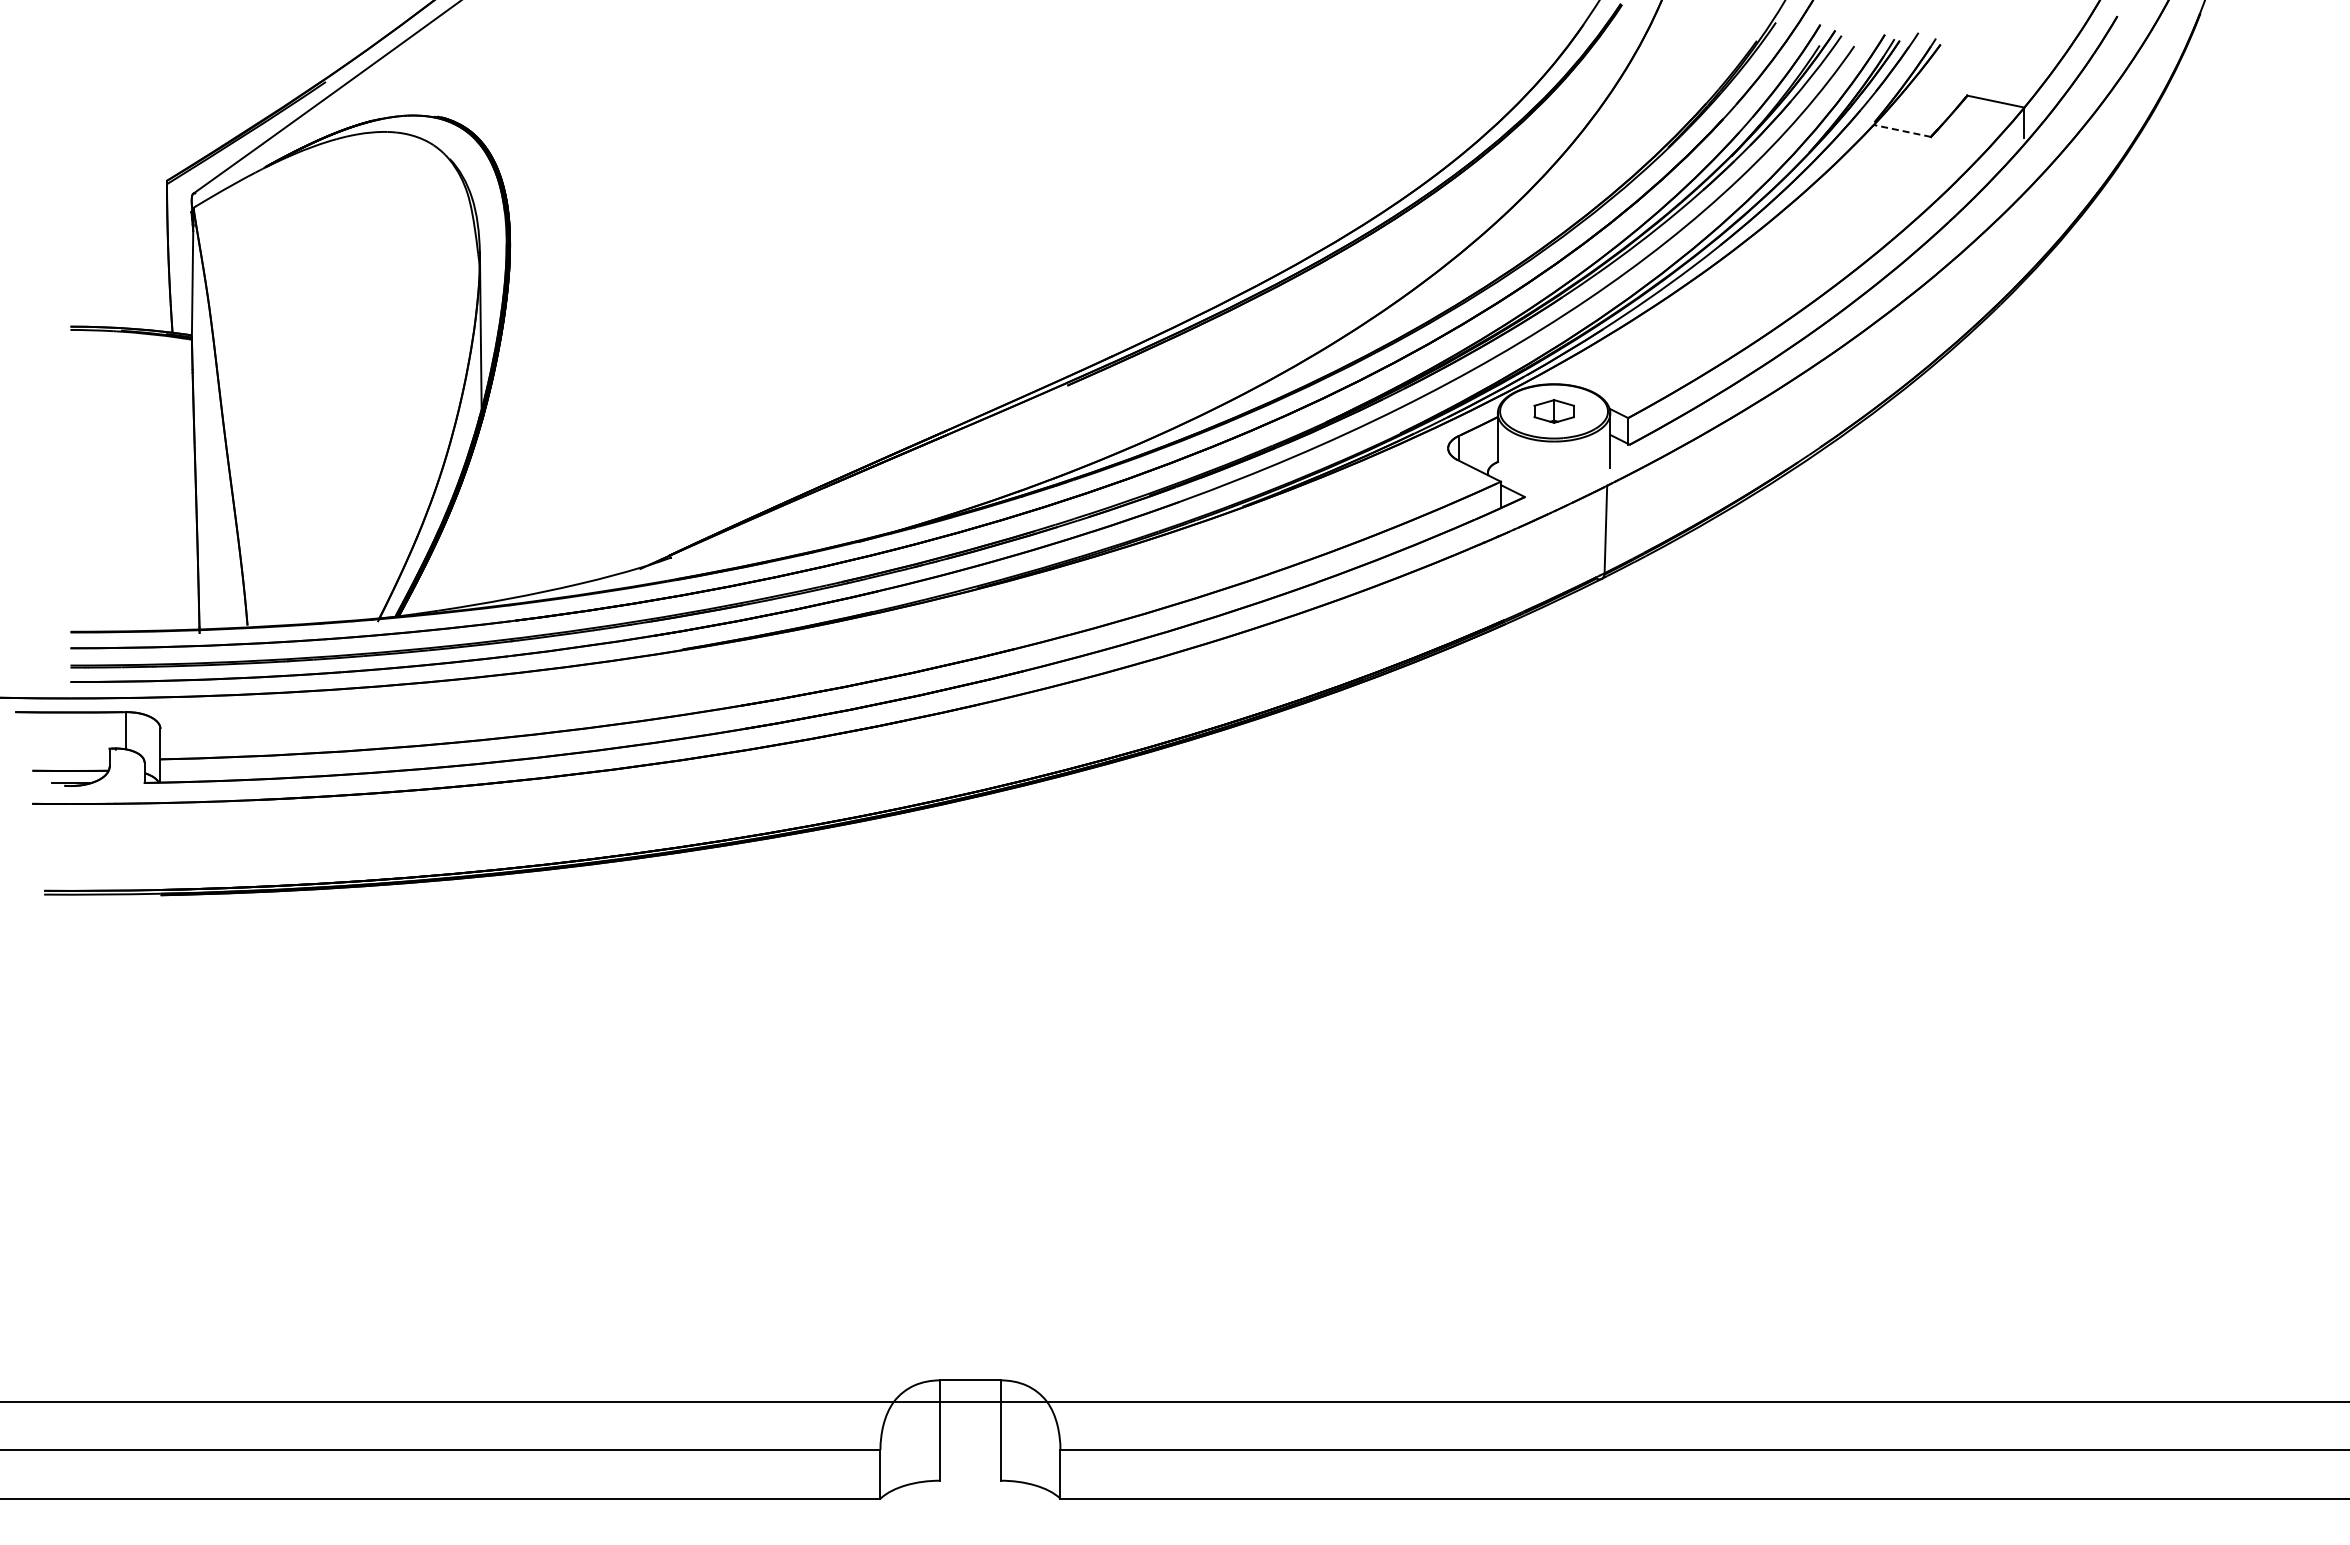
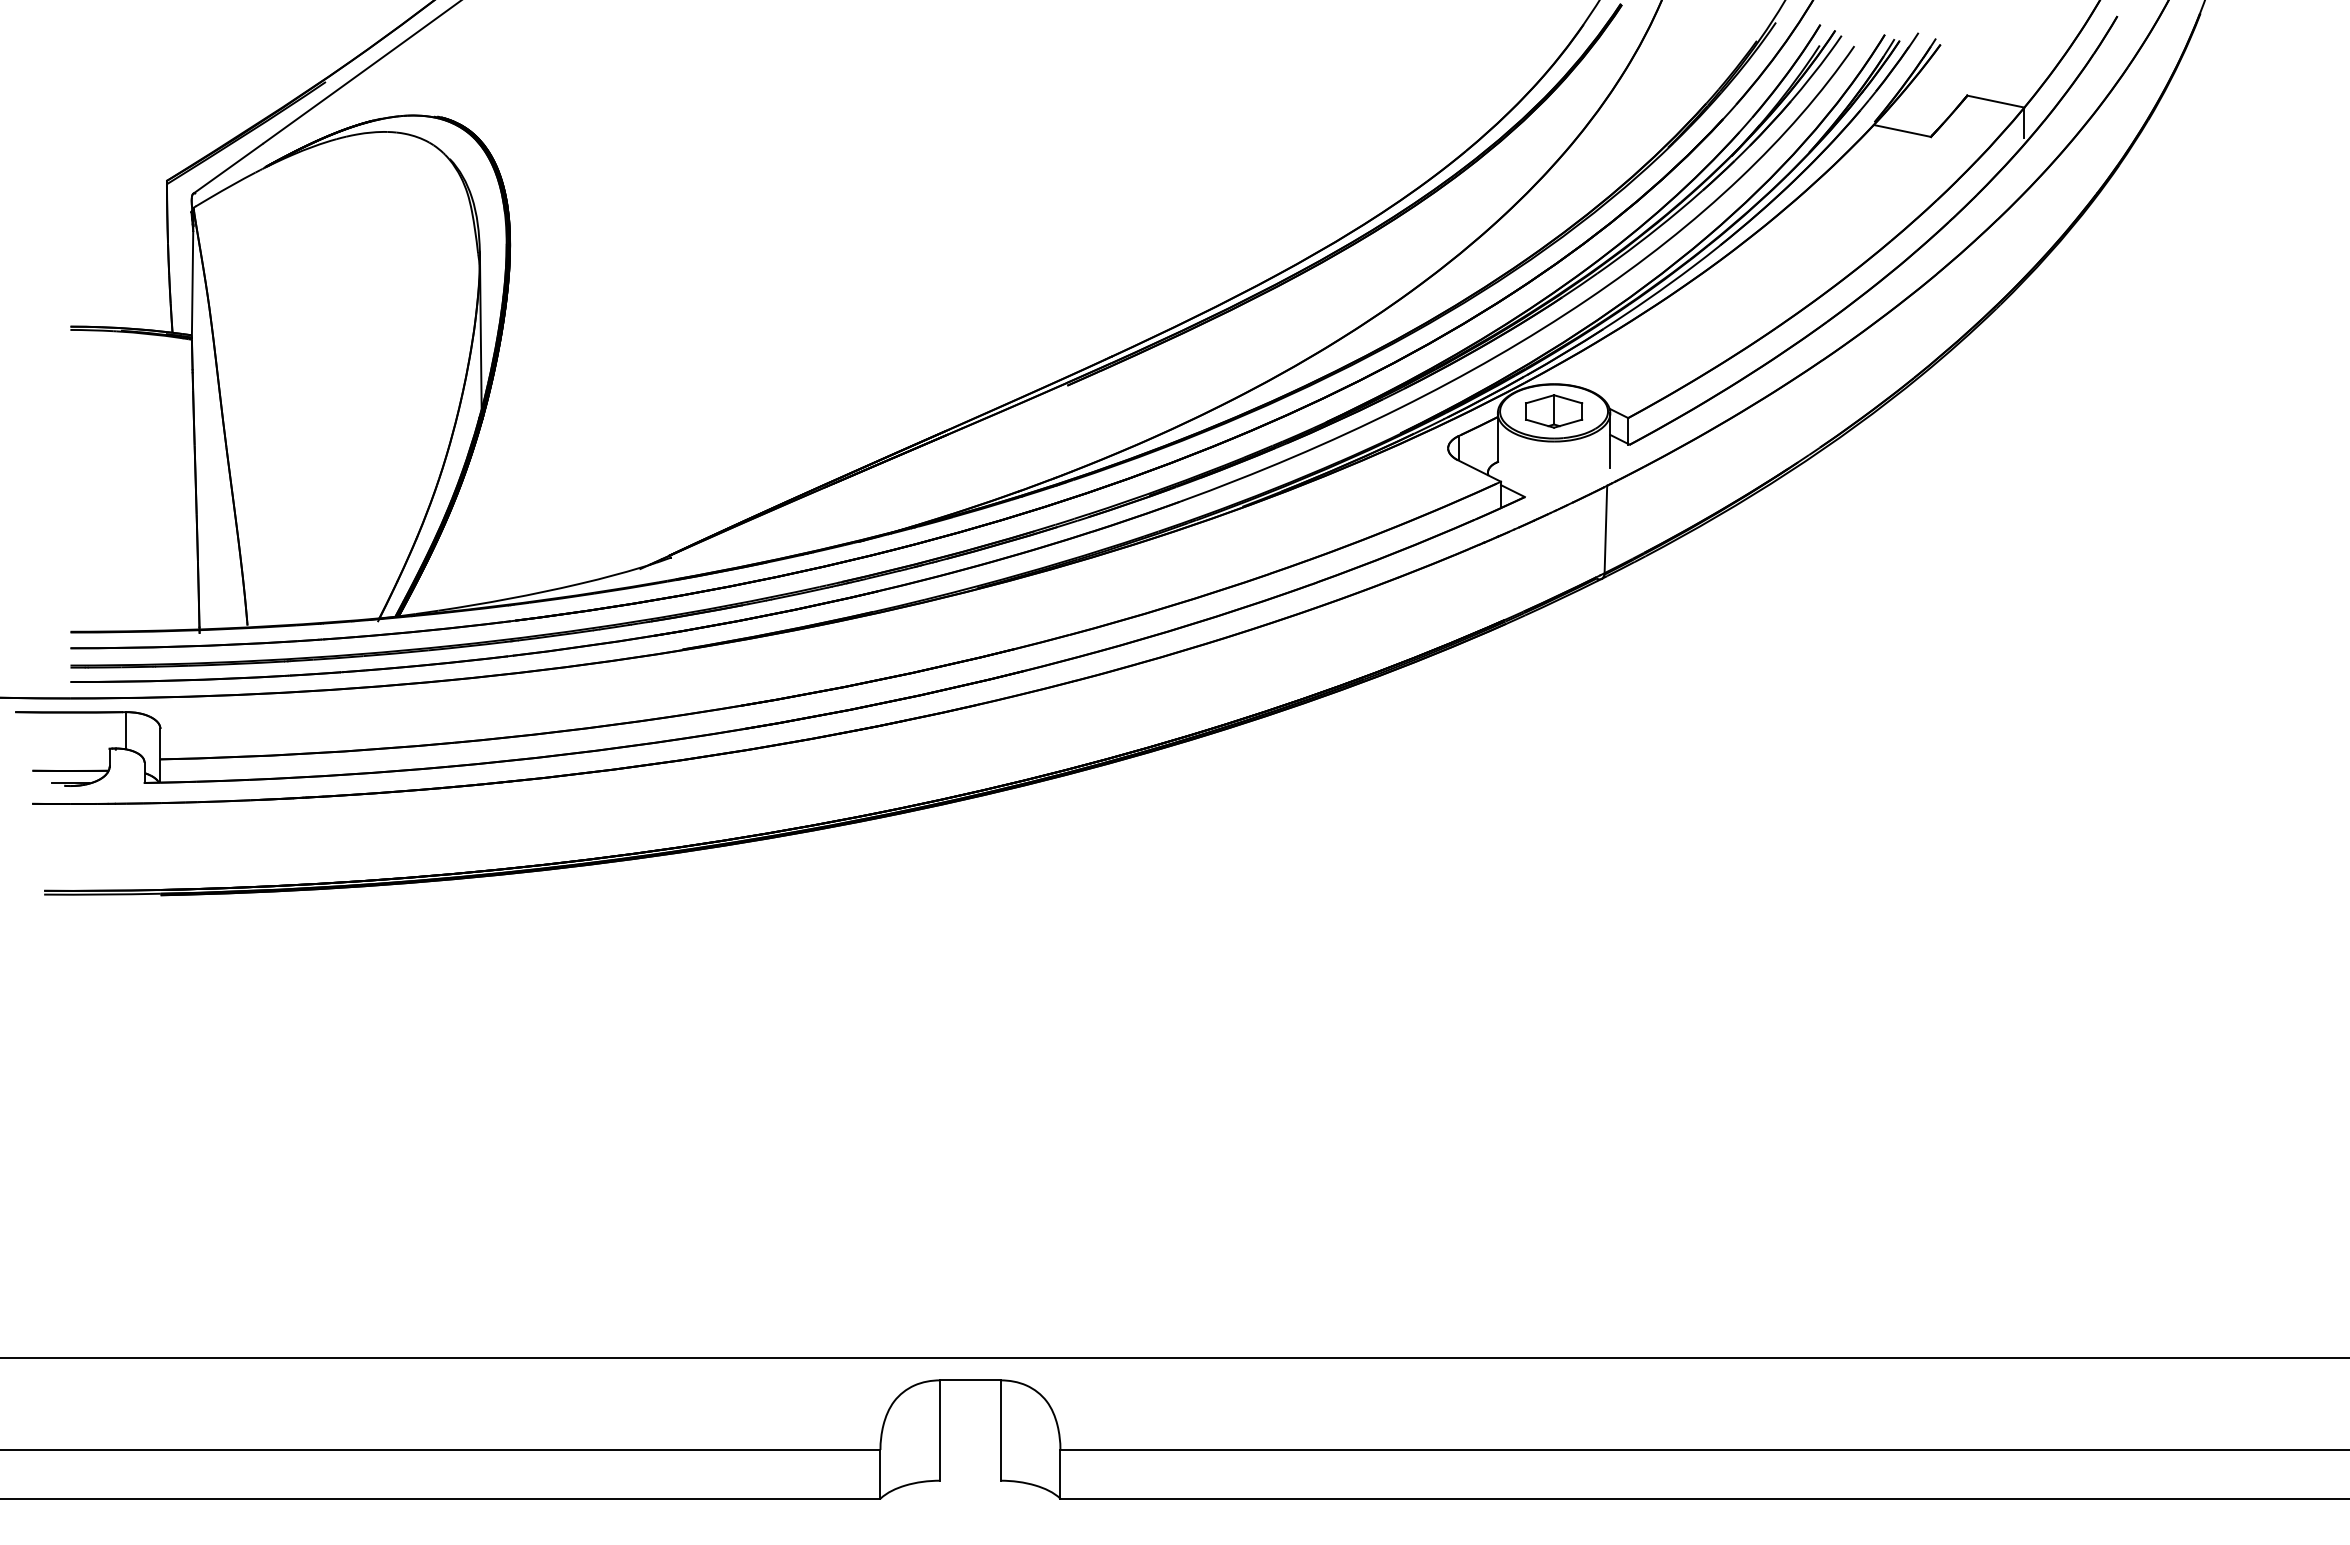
line at (1901, 130): dashed -> solid
part at (1553, 411) size: 42x25 px -> 59x35 px
line at (1174, 1401) position: (1174, 1401) -> (1174, 1357)
